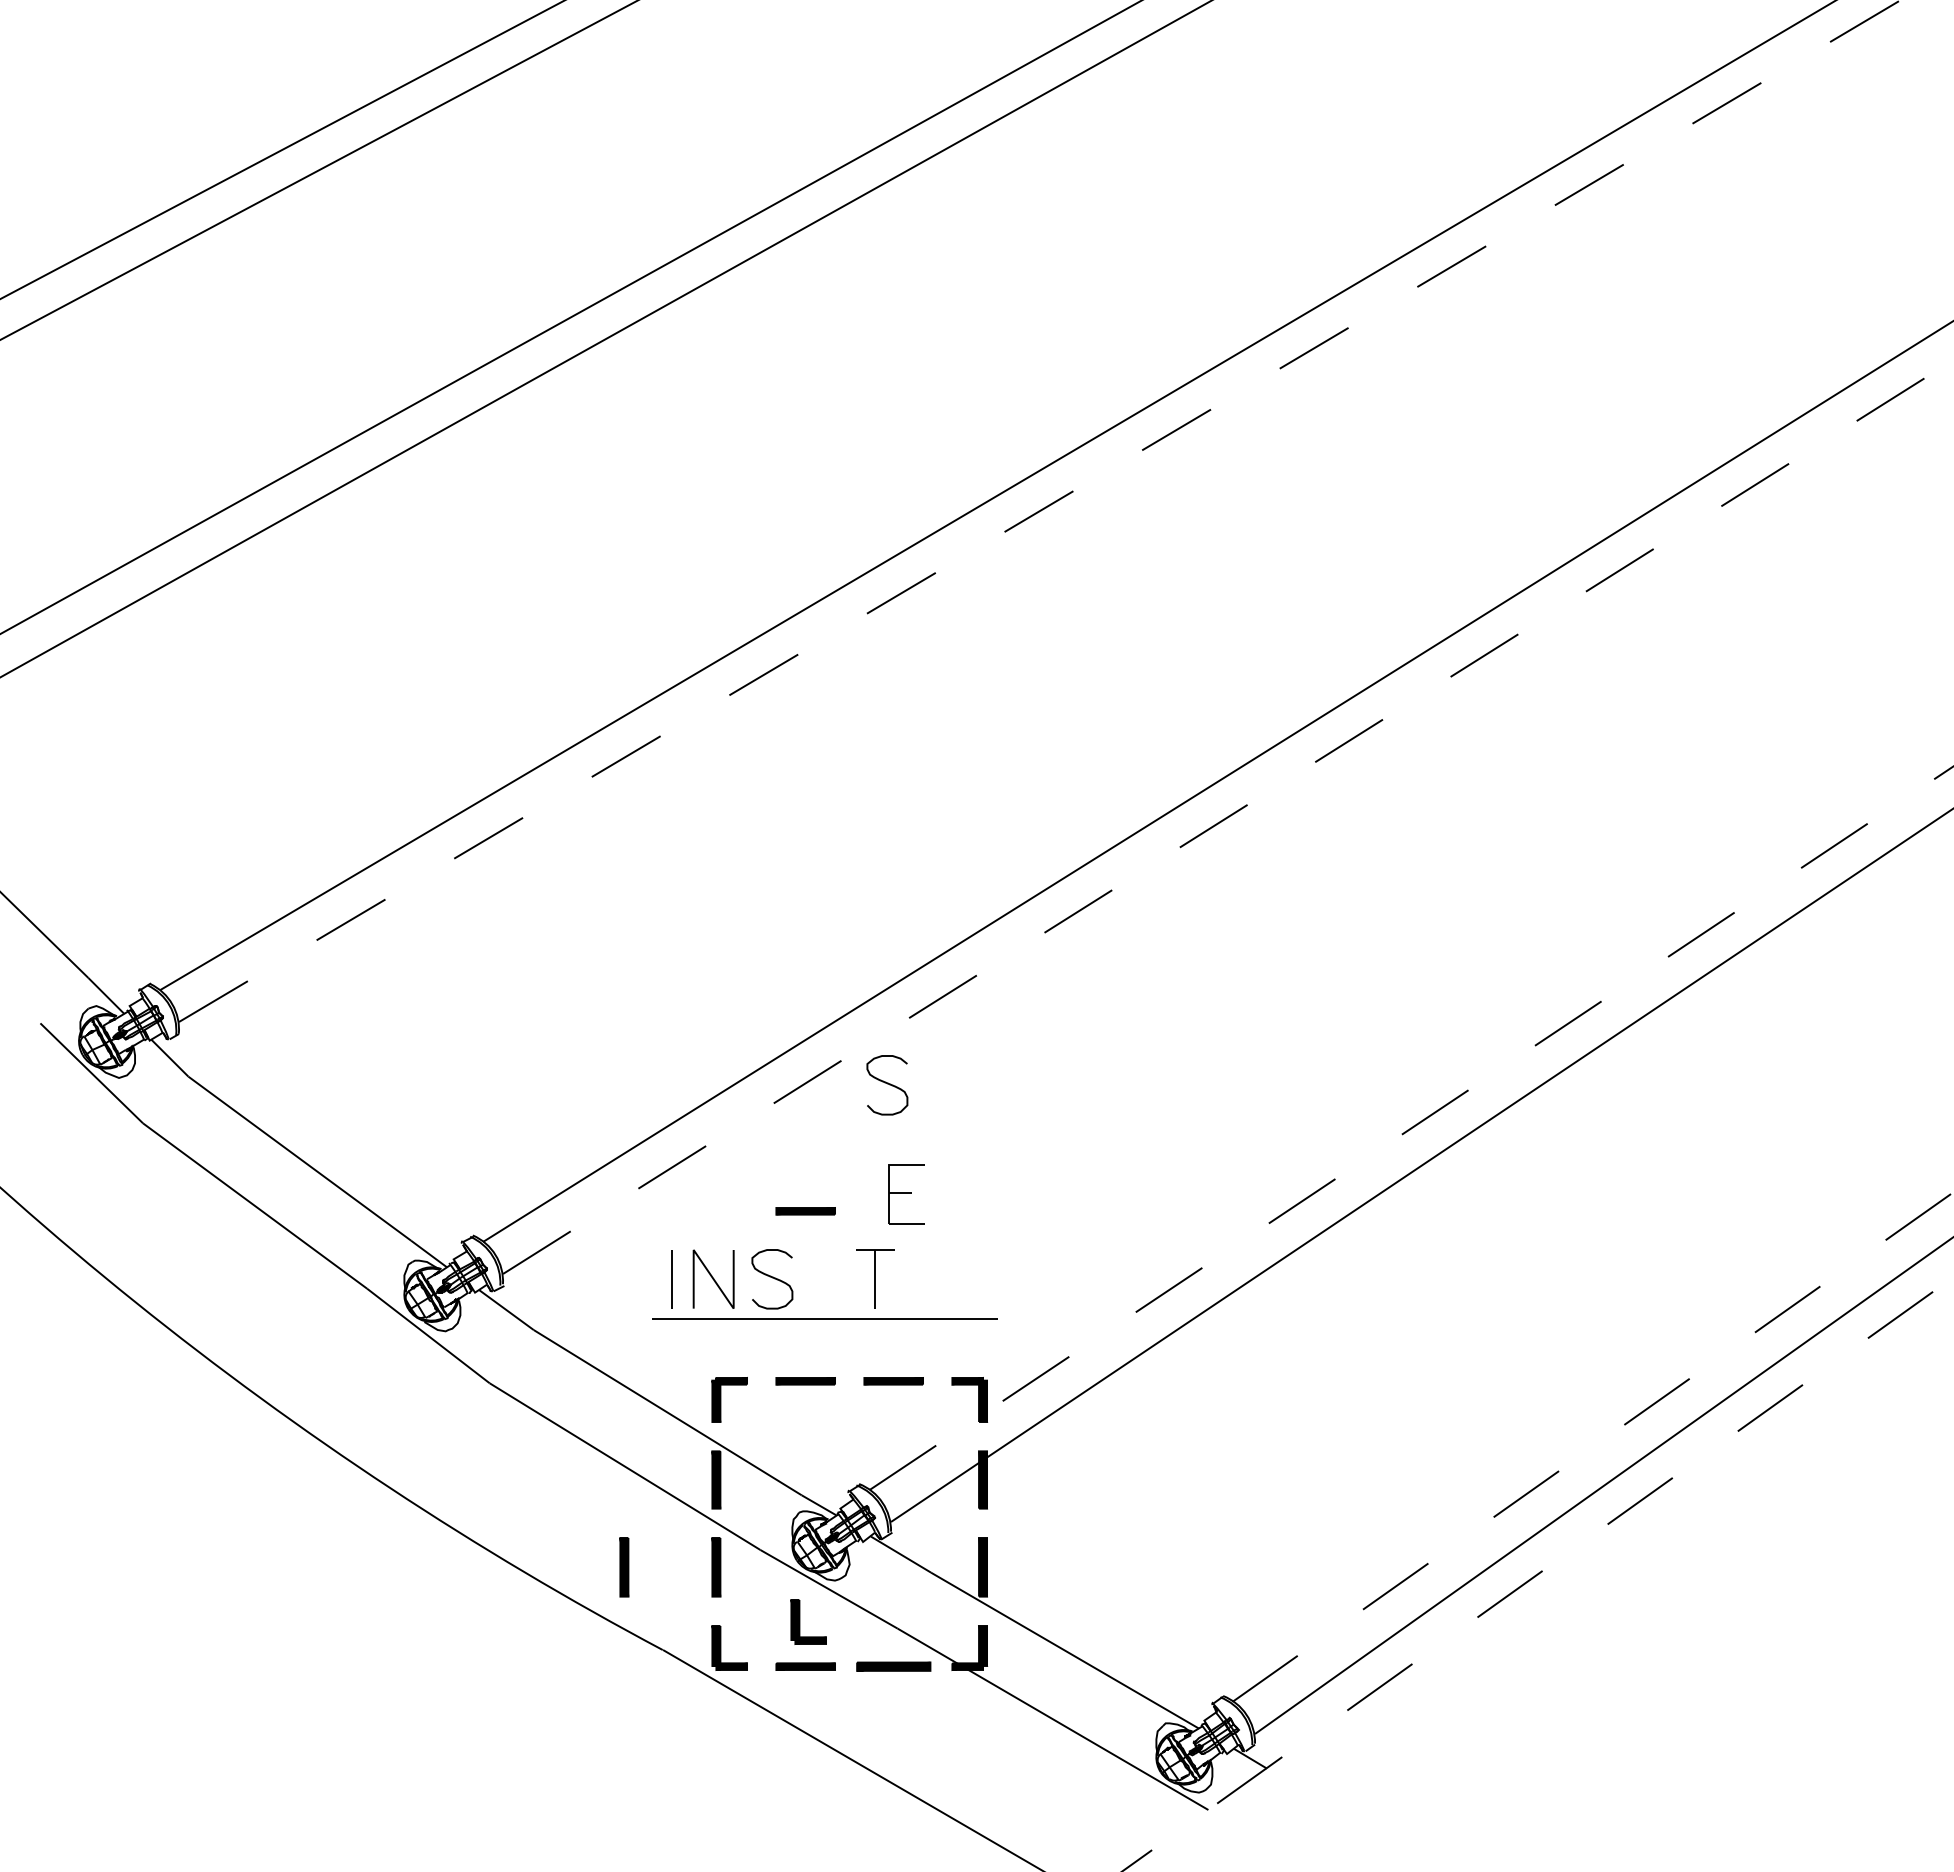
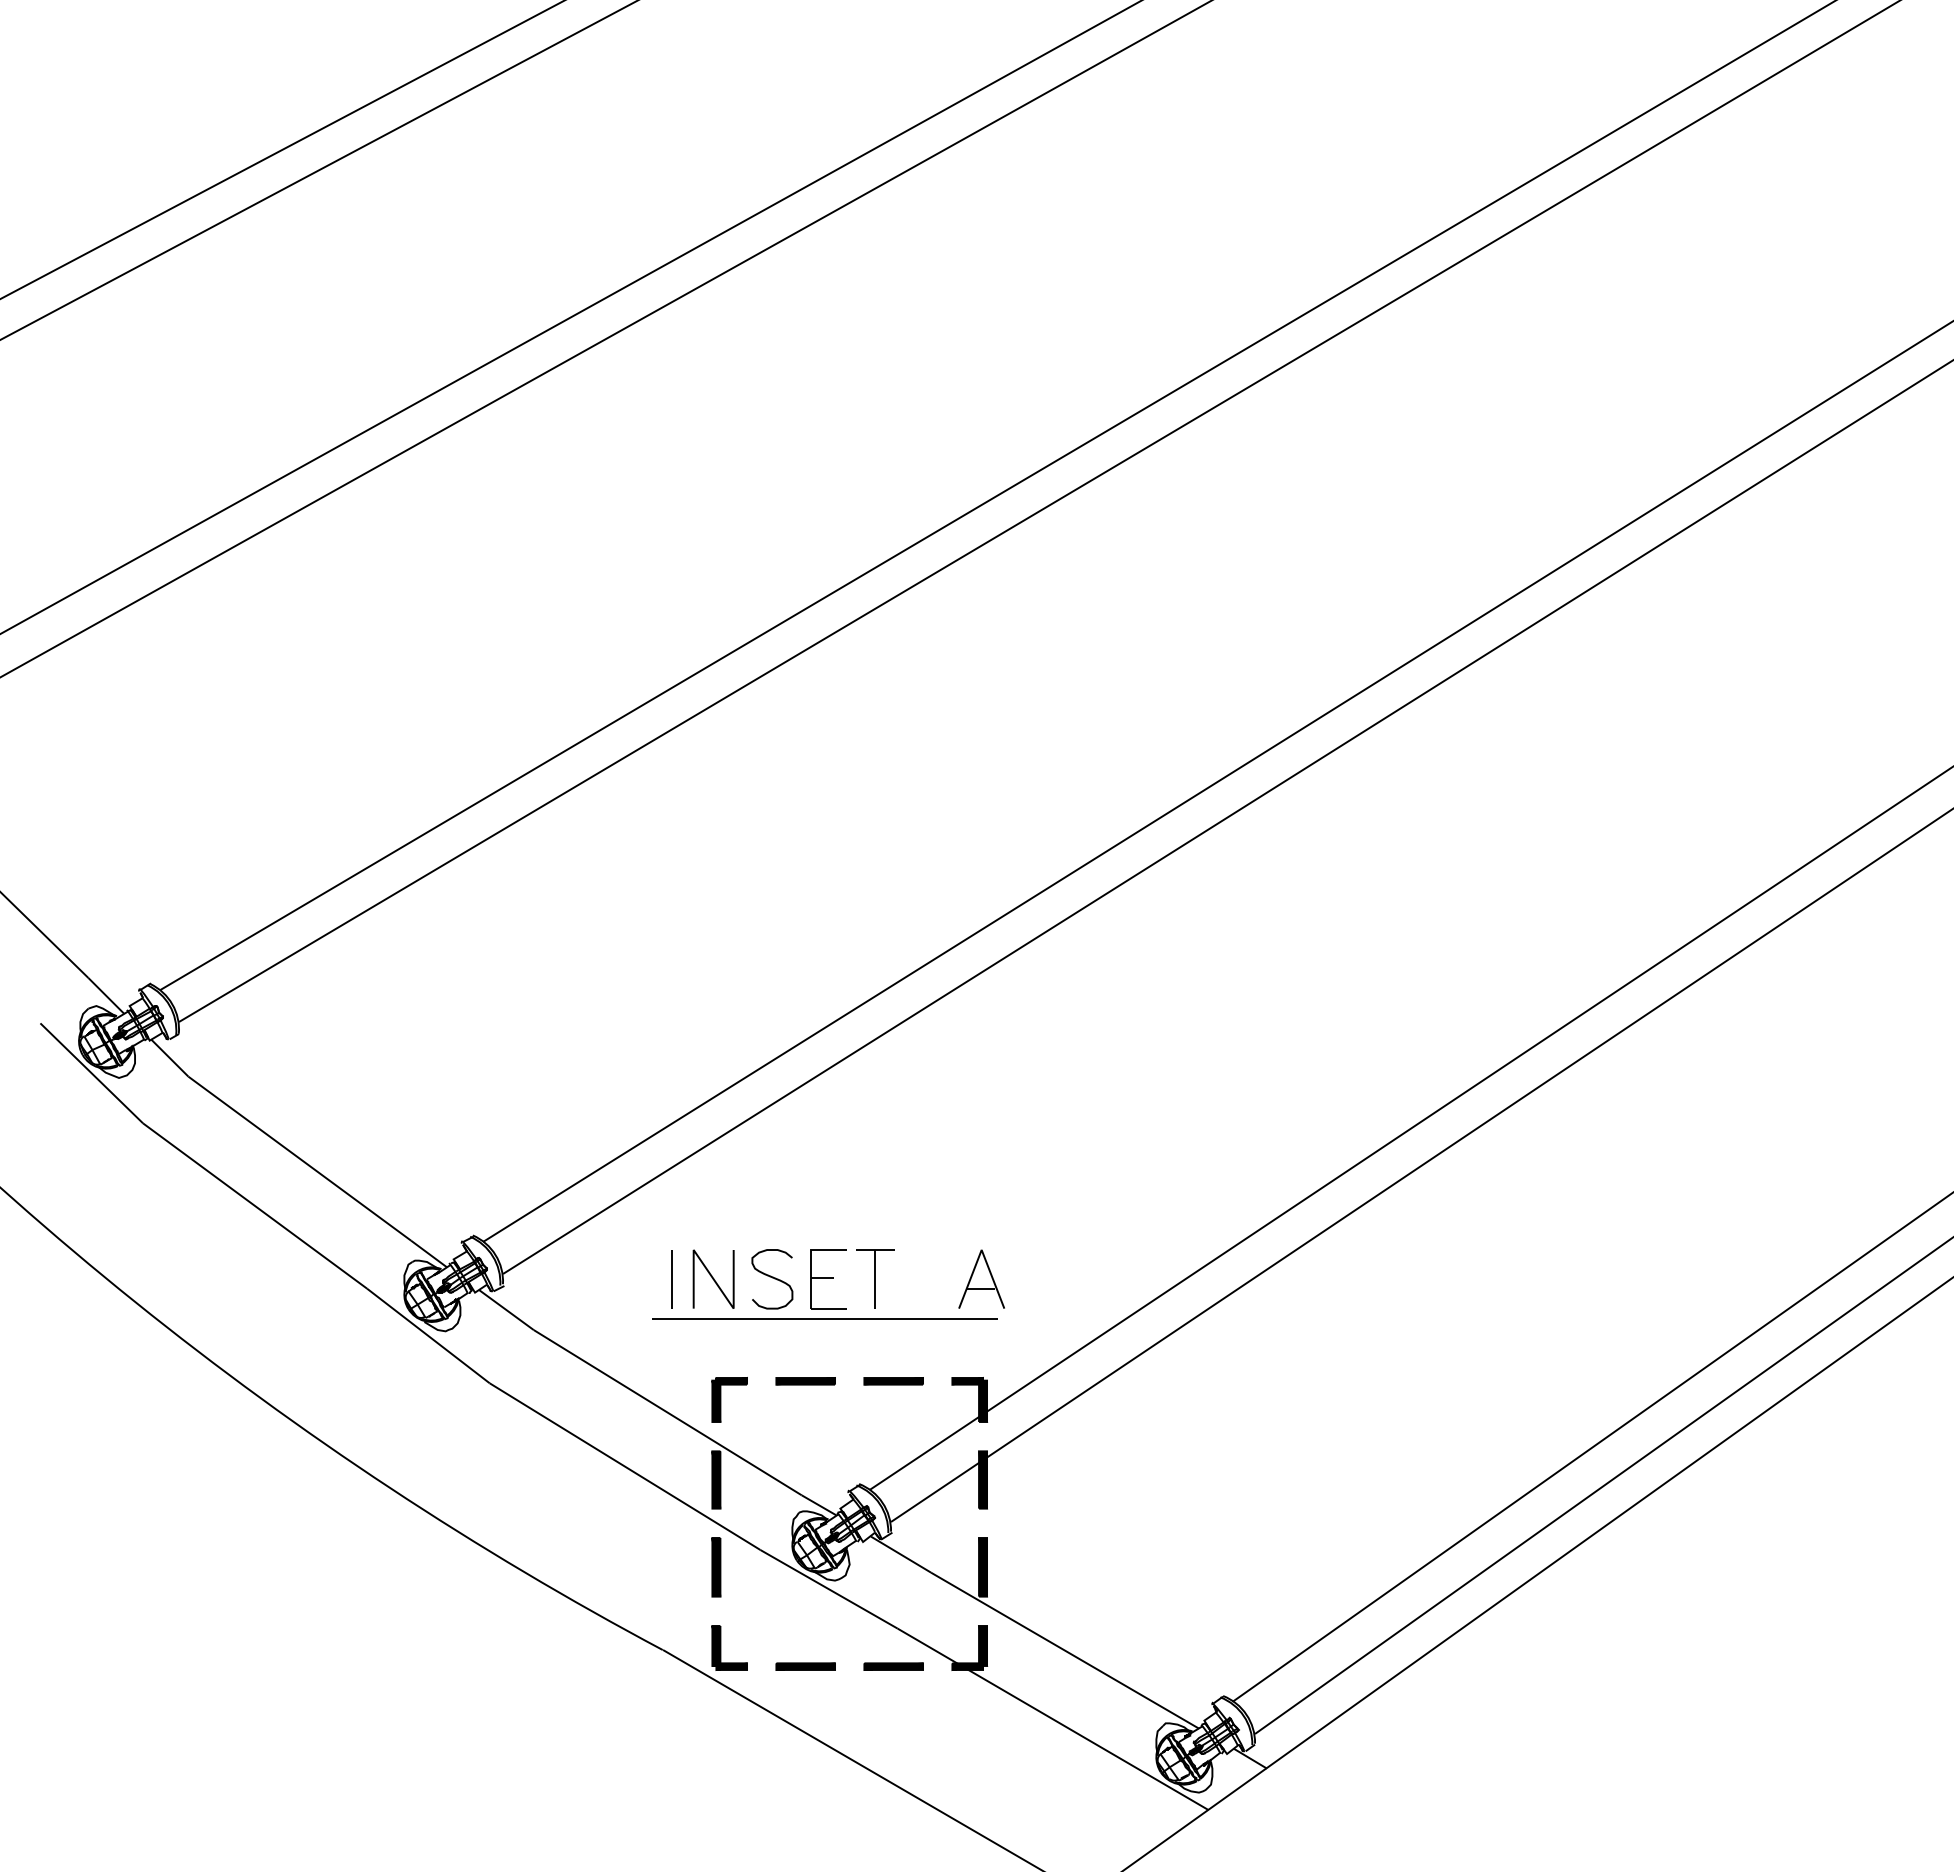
line at (1040, 510): dashed -> solid
line at (1228, 816): dashed -> solid
curve at (887, 1084): present -> none
line at (1411, 1128): dashed -> solid
part at (906, 1194) position: (906, 1194) -> (828, 1279)
part at (805, 1211): present -> none
part at (981, 1278): none -> present
line at (1593, 1446): dashed -> solid
part at (624, 1567): present -> none
line at (1537, 1574): dashed -> solid
part at (800, 1621): present -> none
part at (893, 1666) size: 76x11 px -> 61x9 px
